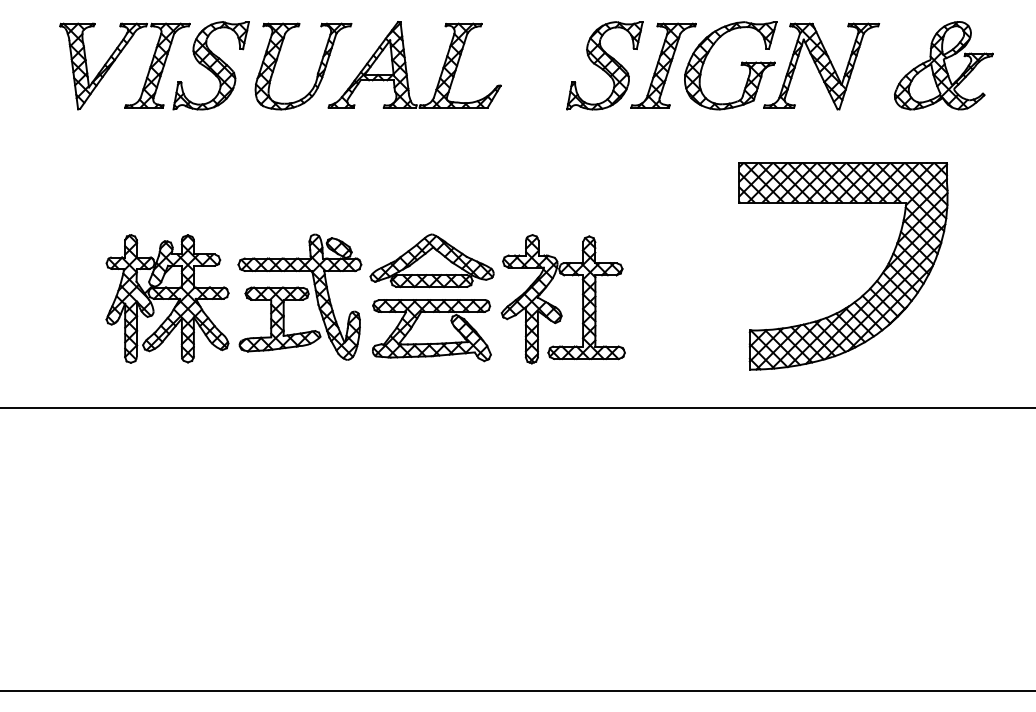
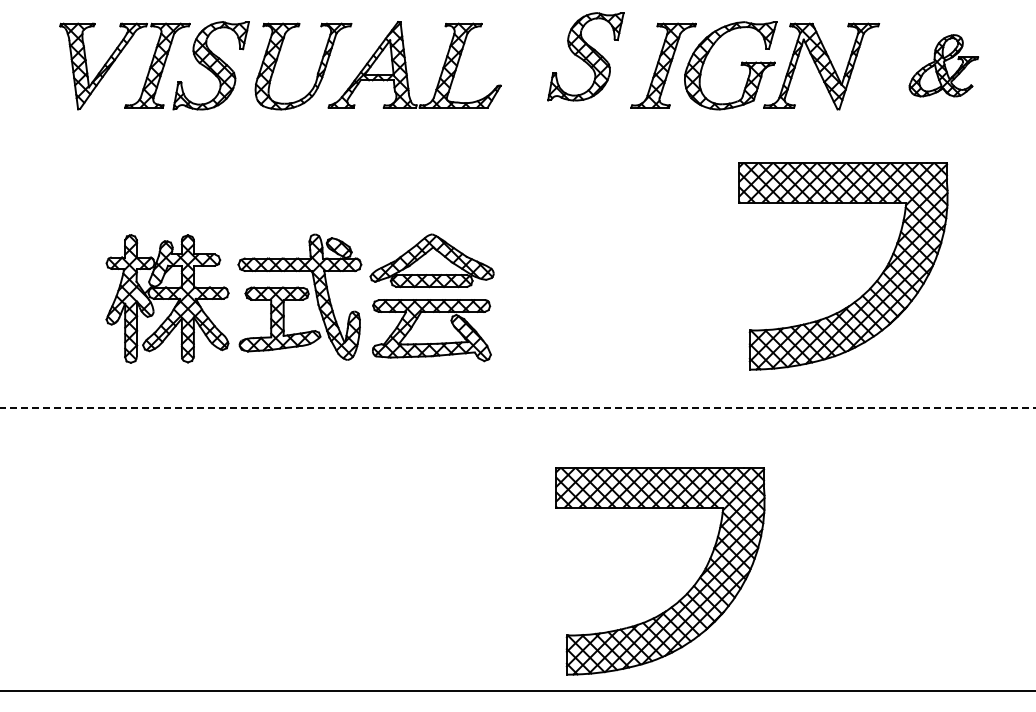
part at (604, 65) position: (604, 65) -> (585, 56)
part at (943, 65) size: 100x90 px -> 72x64 px
part at (556, 306): present -> none
line at (517, 407): solid -> dashed
part at (682, 596): none -> present
